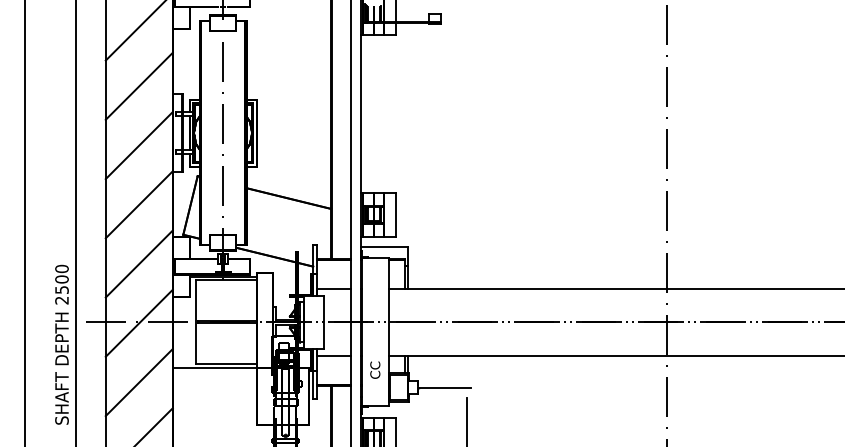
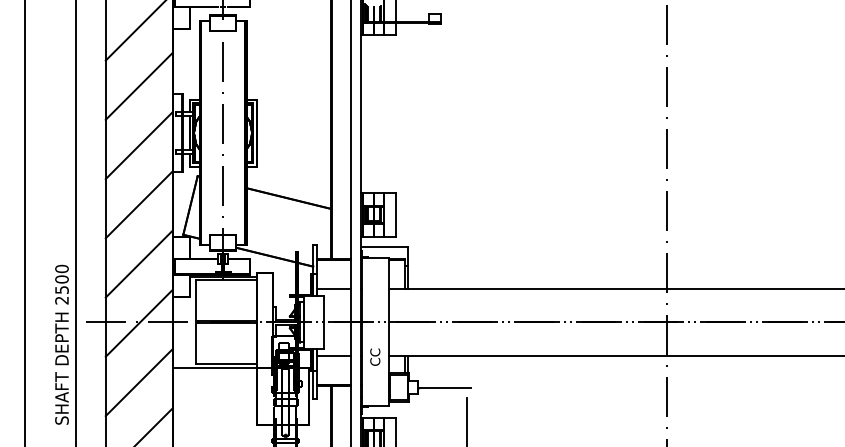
text at (375, 369) position: (375, 369) -> (375, 356)
